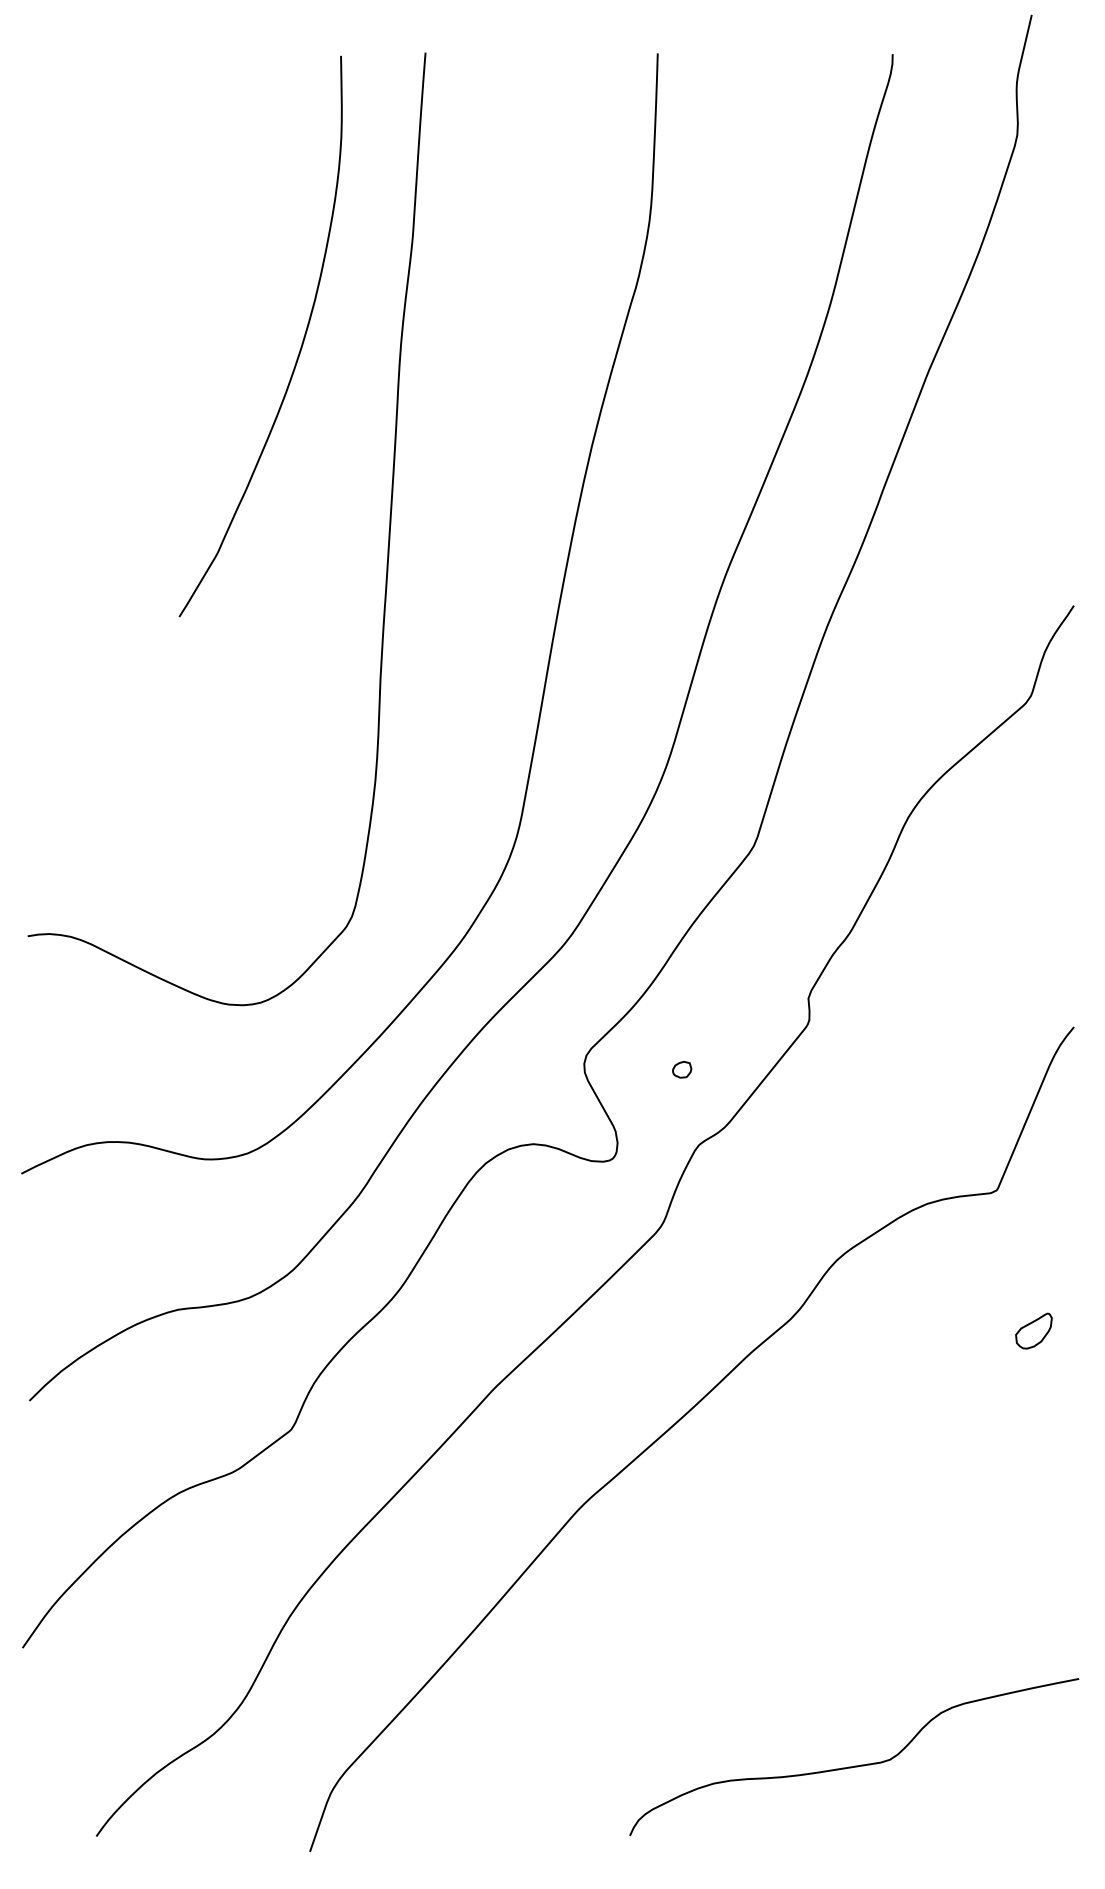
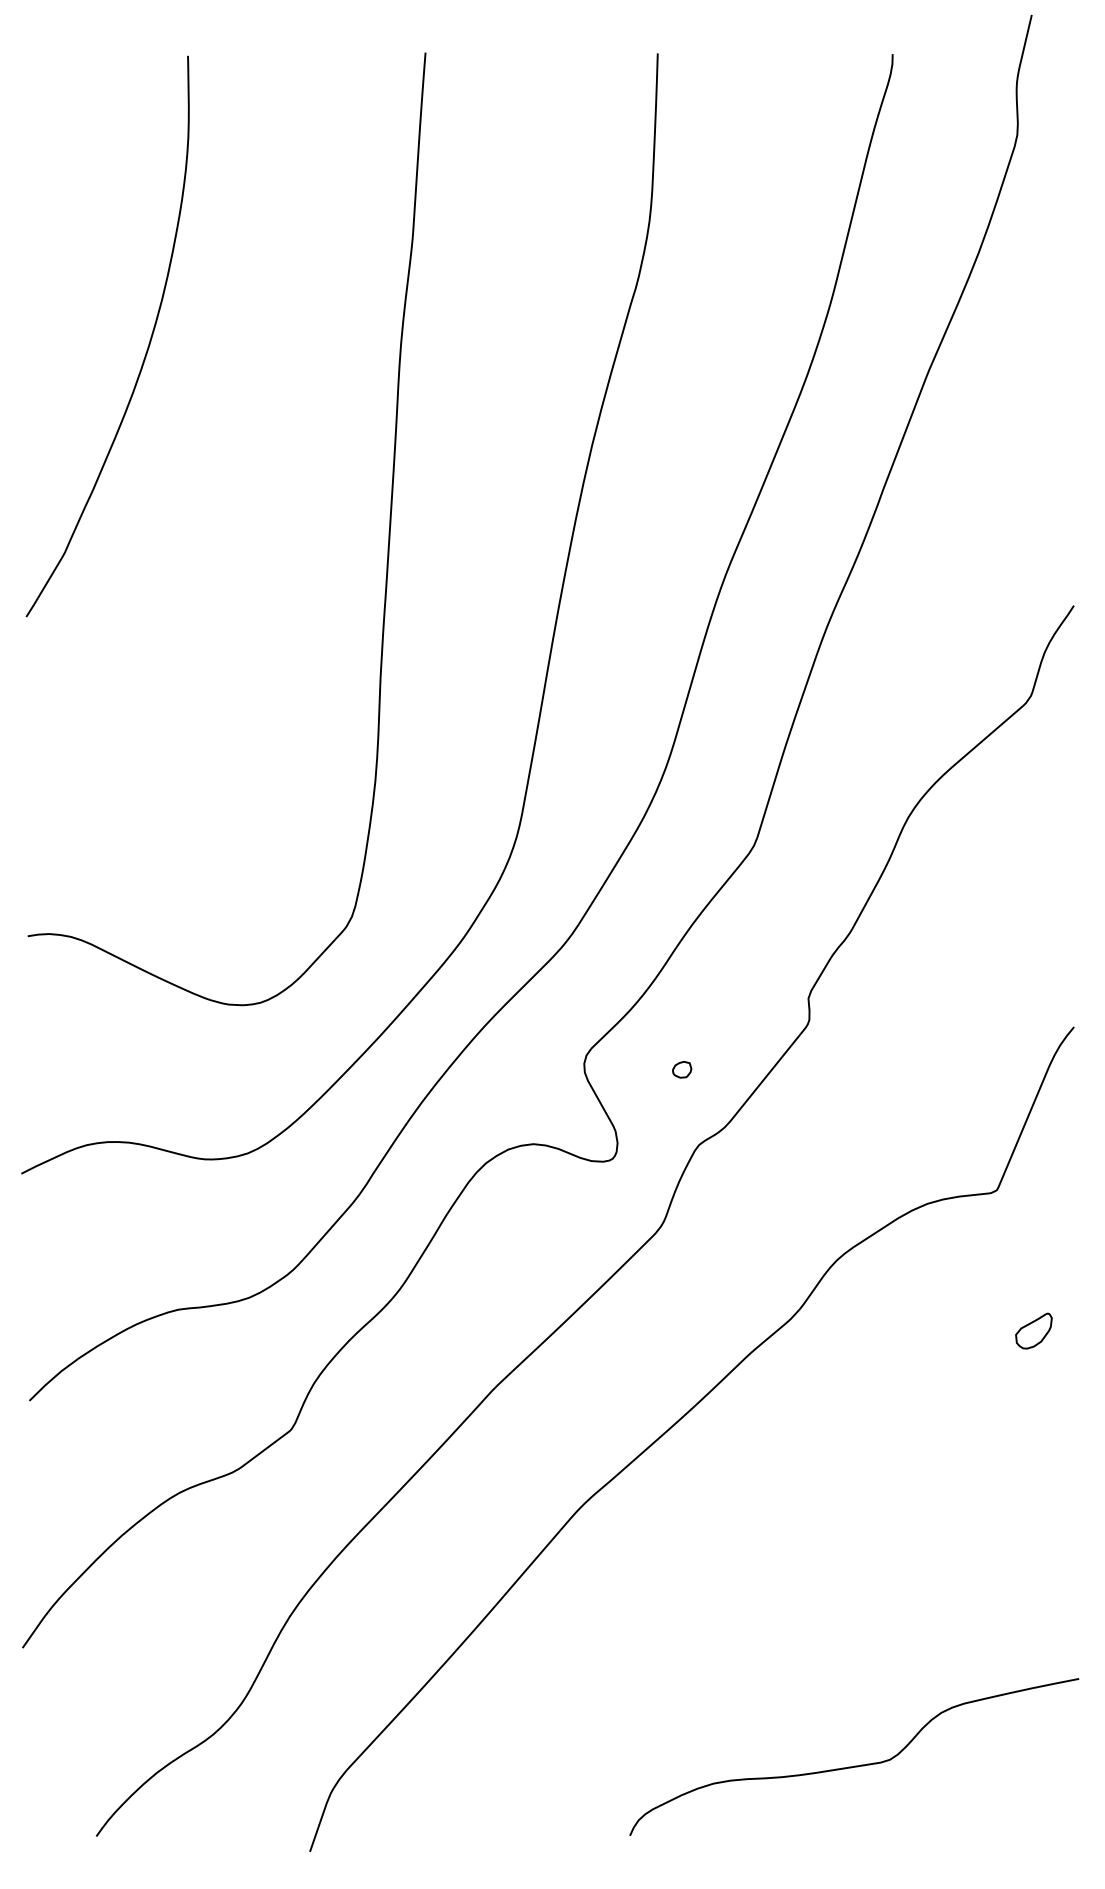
curve at (300, 346) position: (300, 346) -> (147, 346)
